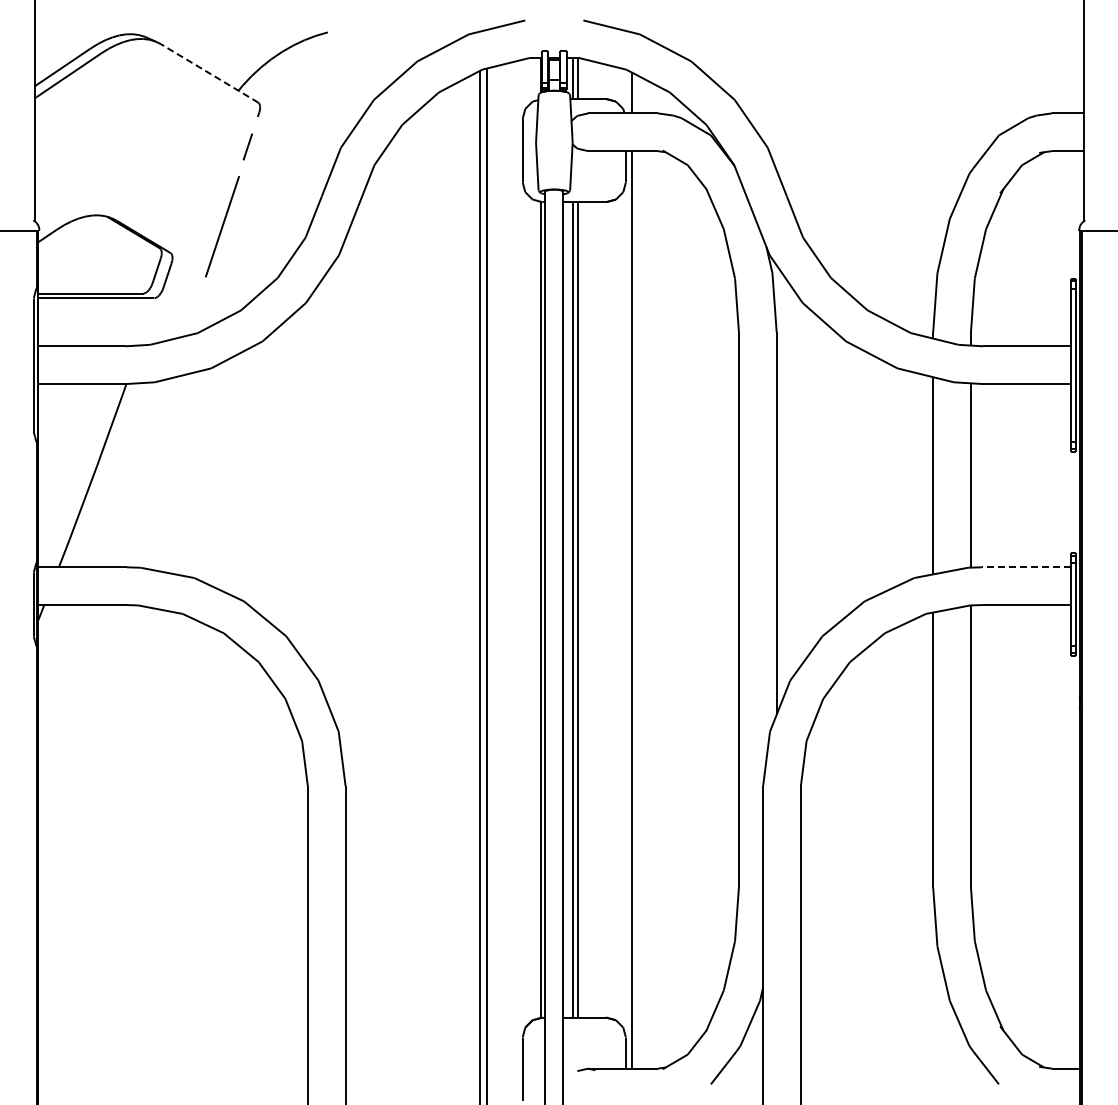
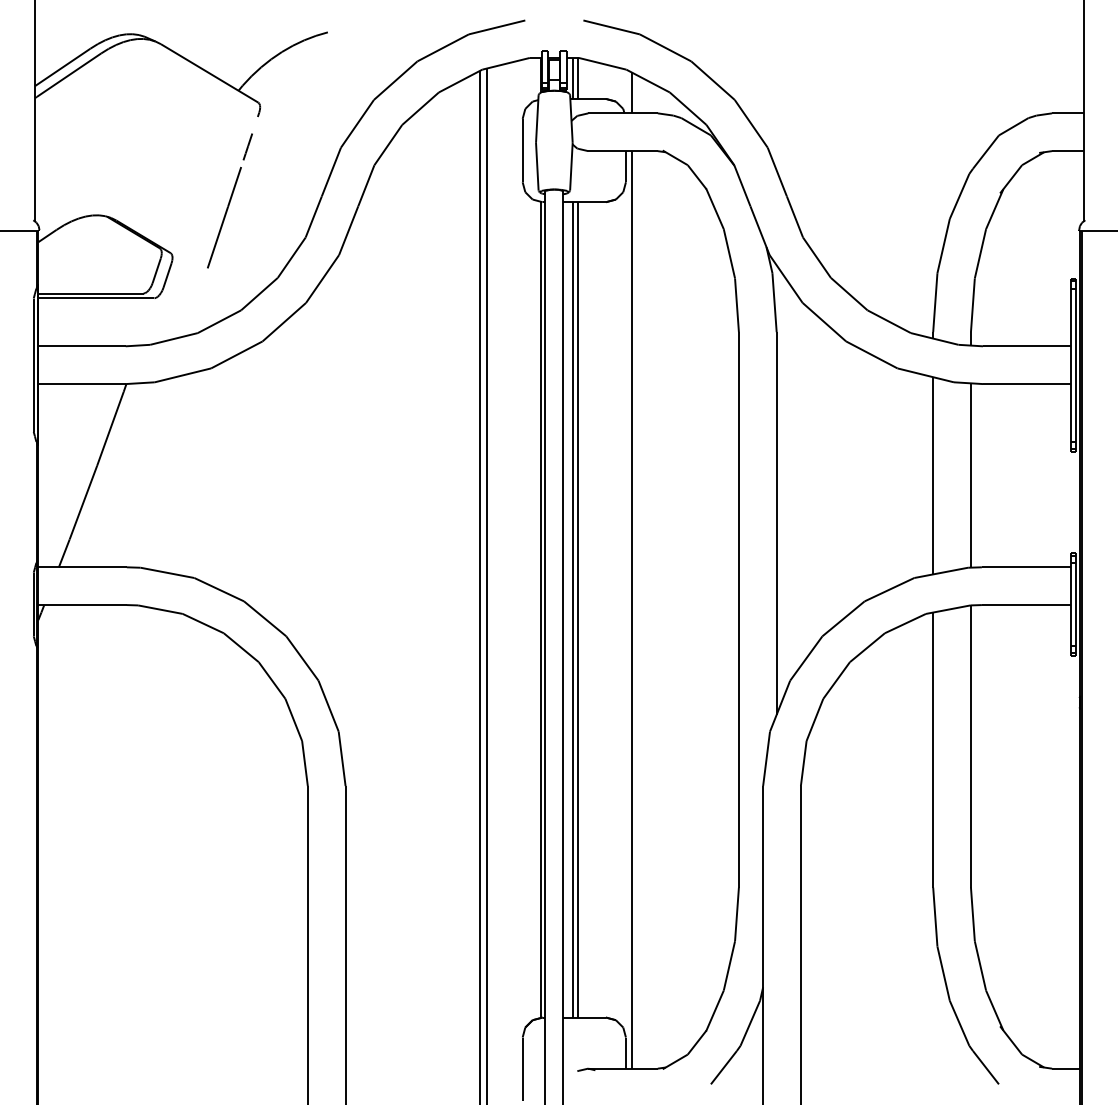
line at (209, 73): dashed -> solid
line at (222, 226) position: (222, 226) -> (224, 217)
line at (1026, 567): dashed -> solid
